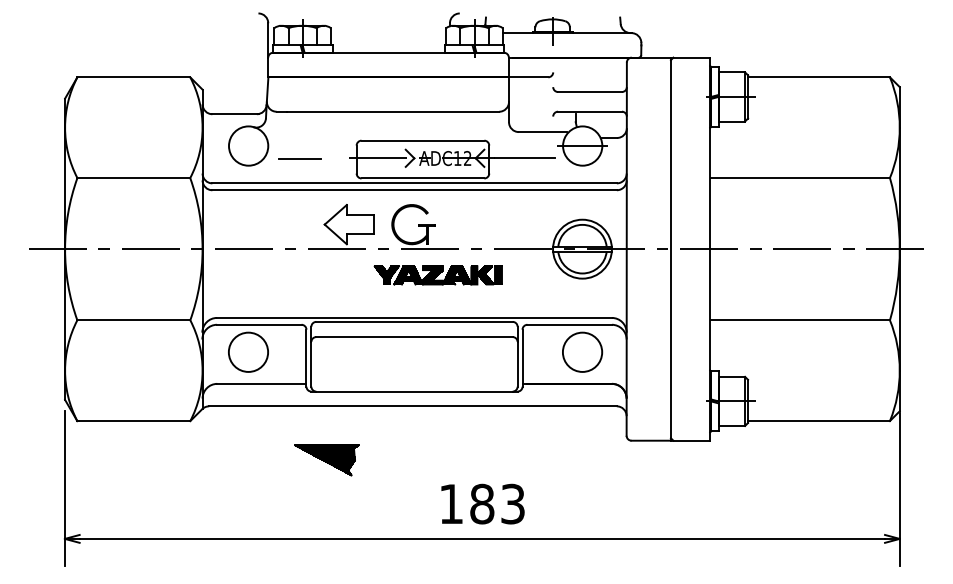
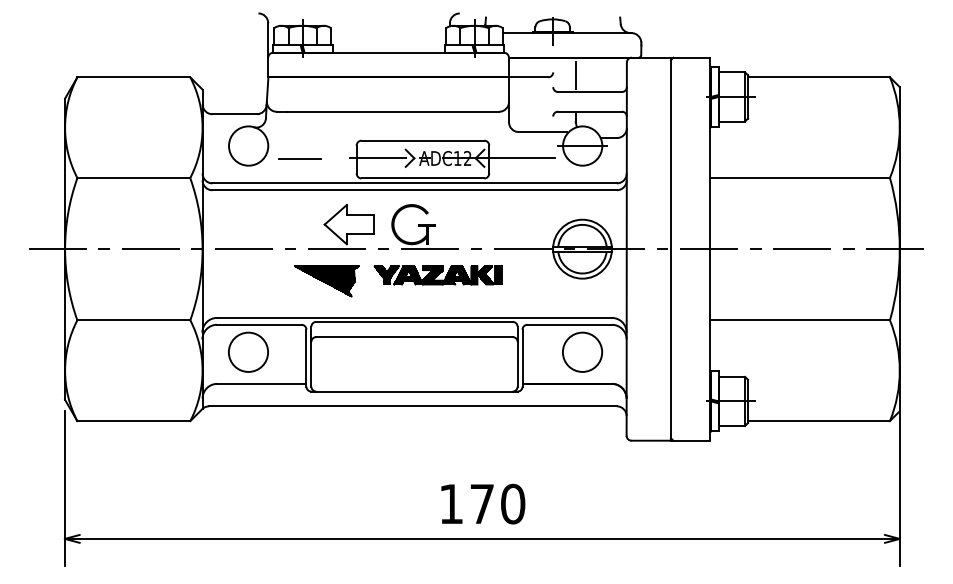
line at (575, 75): none -> present
part at (326, 460) position: (326, 460) -> (326, 281)
text at (497, 503): 183 -> 170
